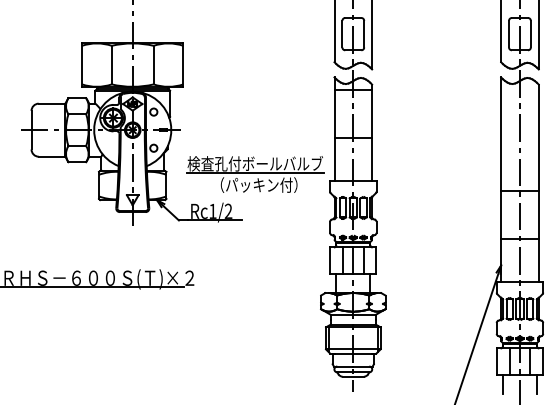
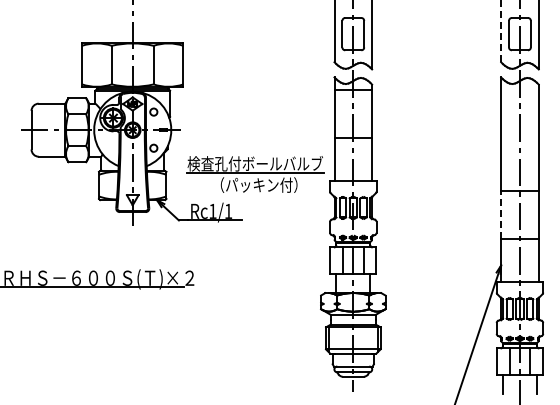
line at (501, 31): solid -> dashed
text at (228, 210): Rc1/2 -> Rc1/1
line at (501, 214): solid -> dashed
